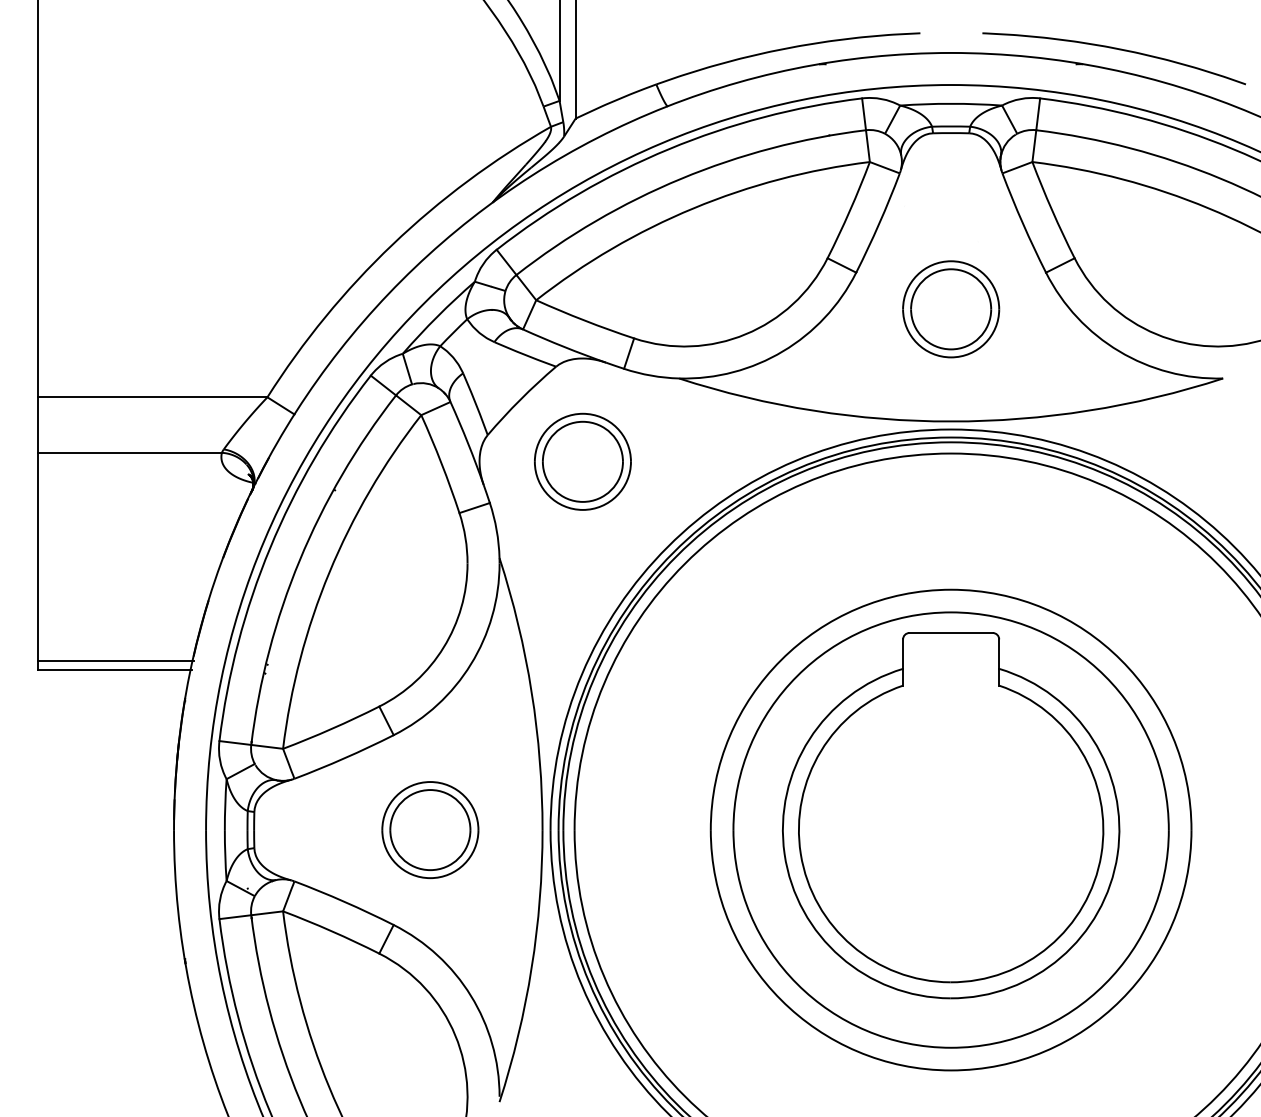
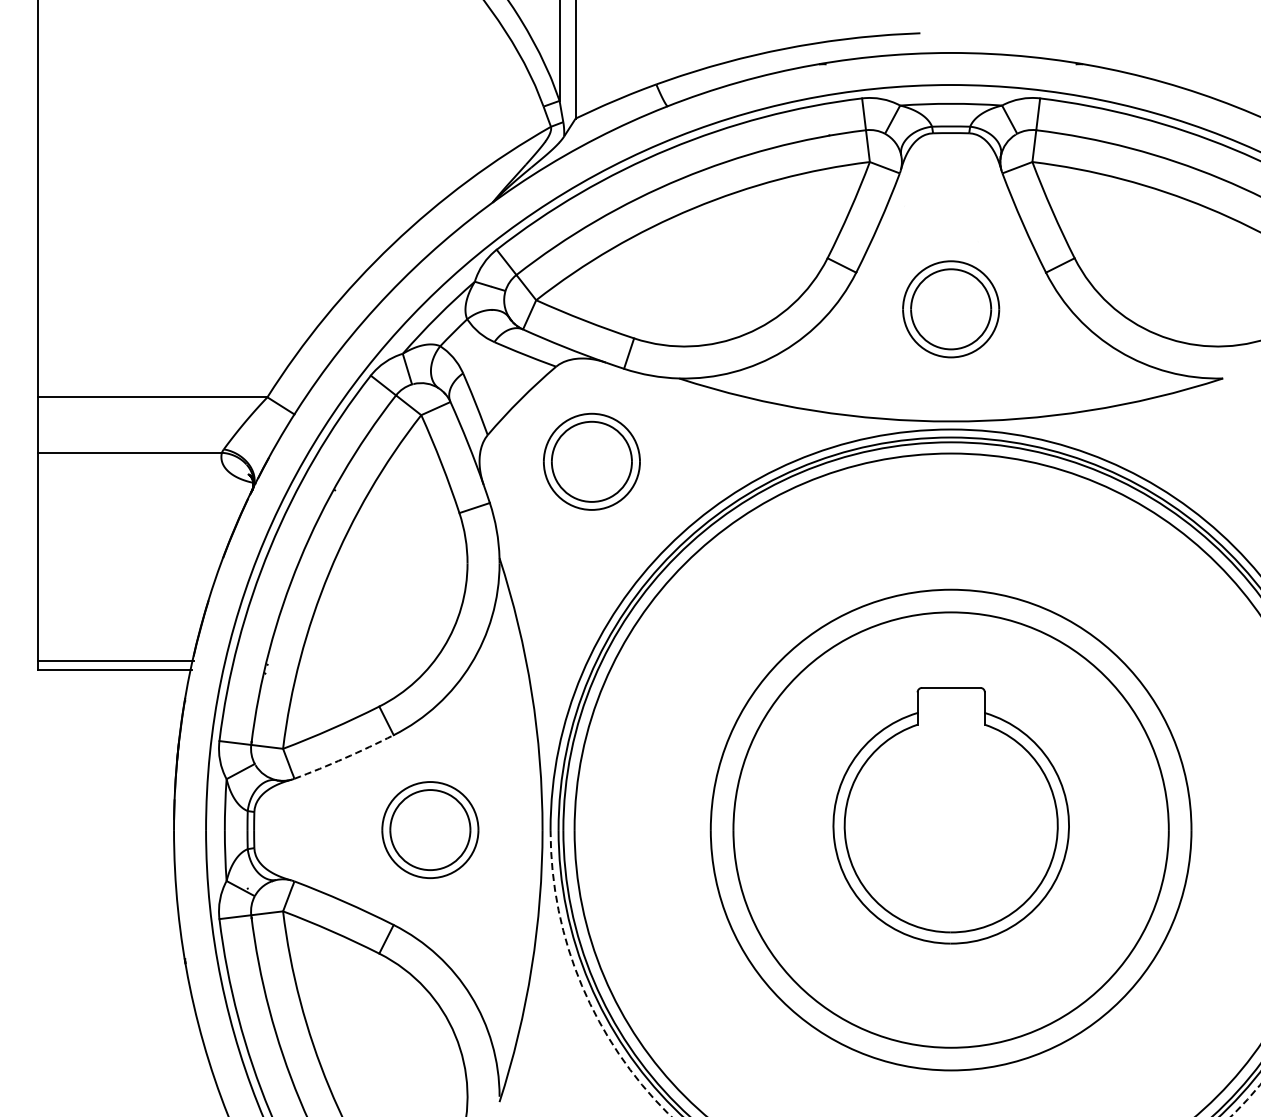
curve at (1114, 49): present -> none
part at (582, 461) position: (582, 461) -> (591, 461)
arc at (344, 758): solid -> dashed
part at (951, 815) size: 339x368 px -> 238x258 px
arc at (591, 1007): solid -> dashed
